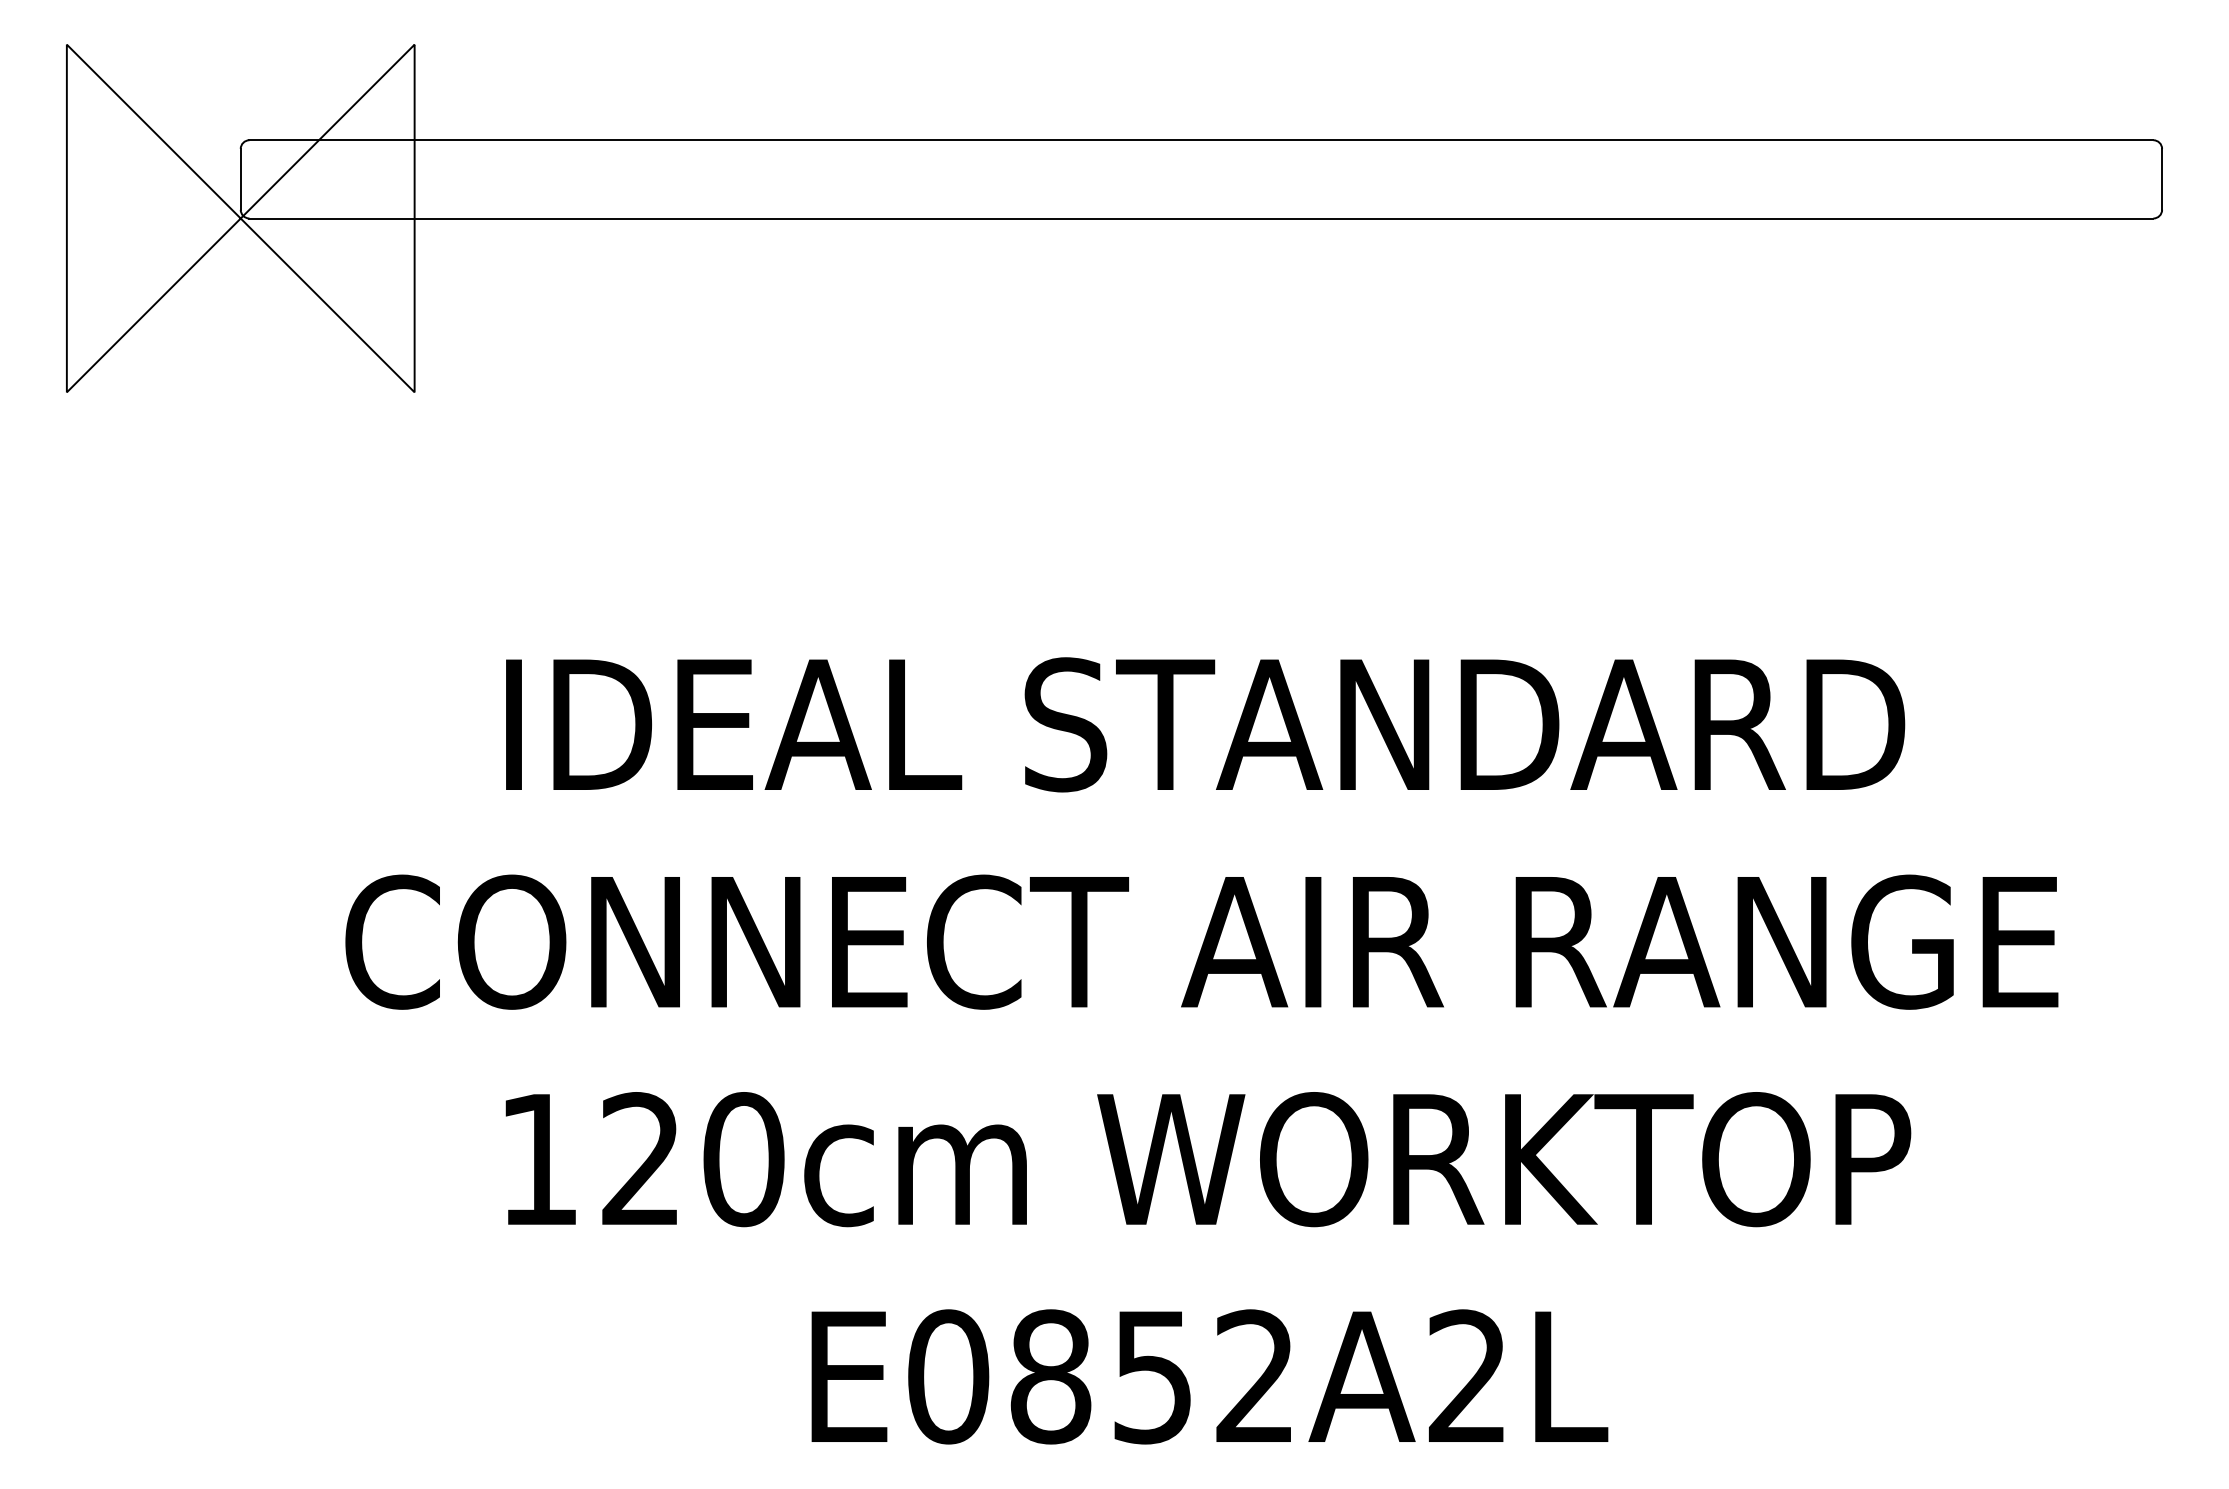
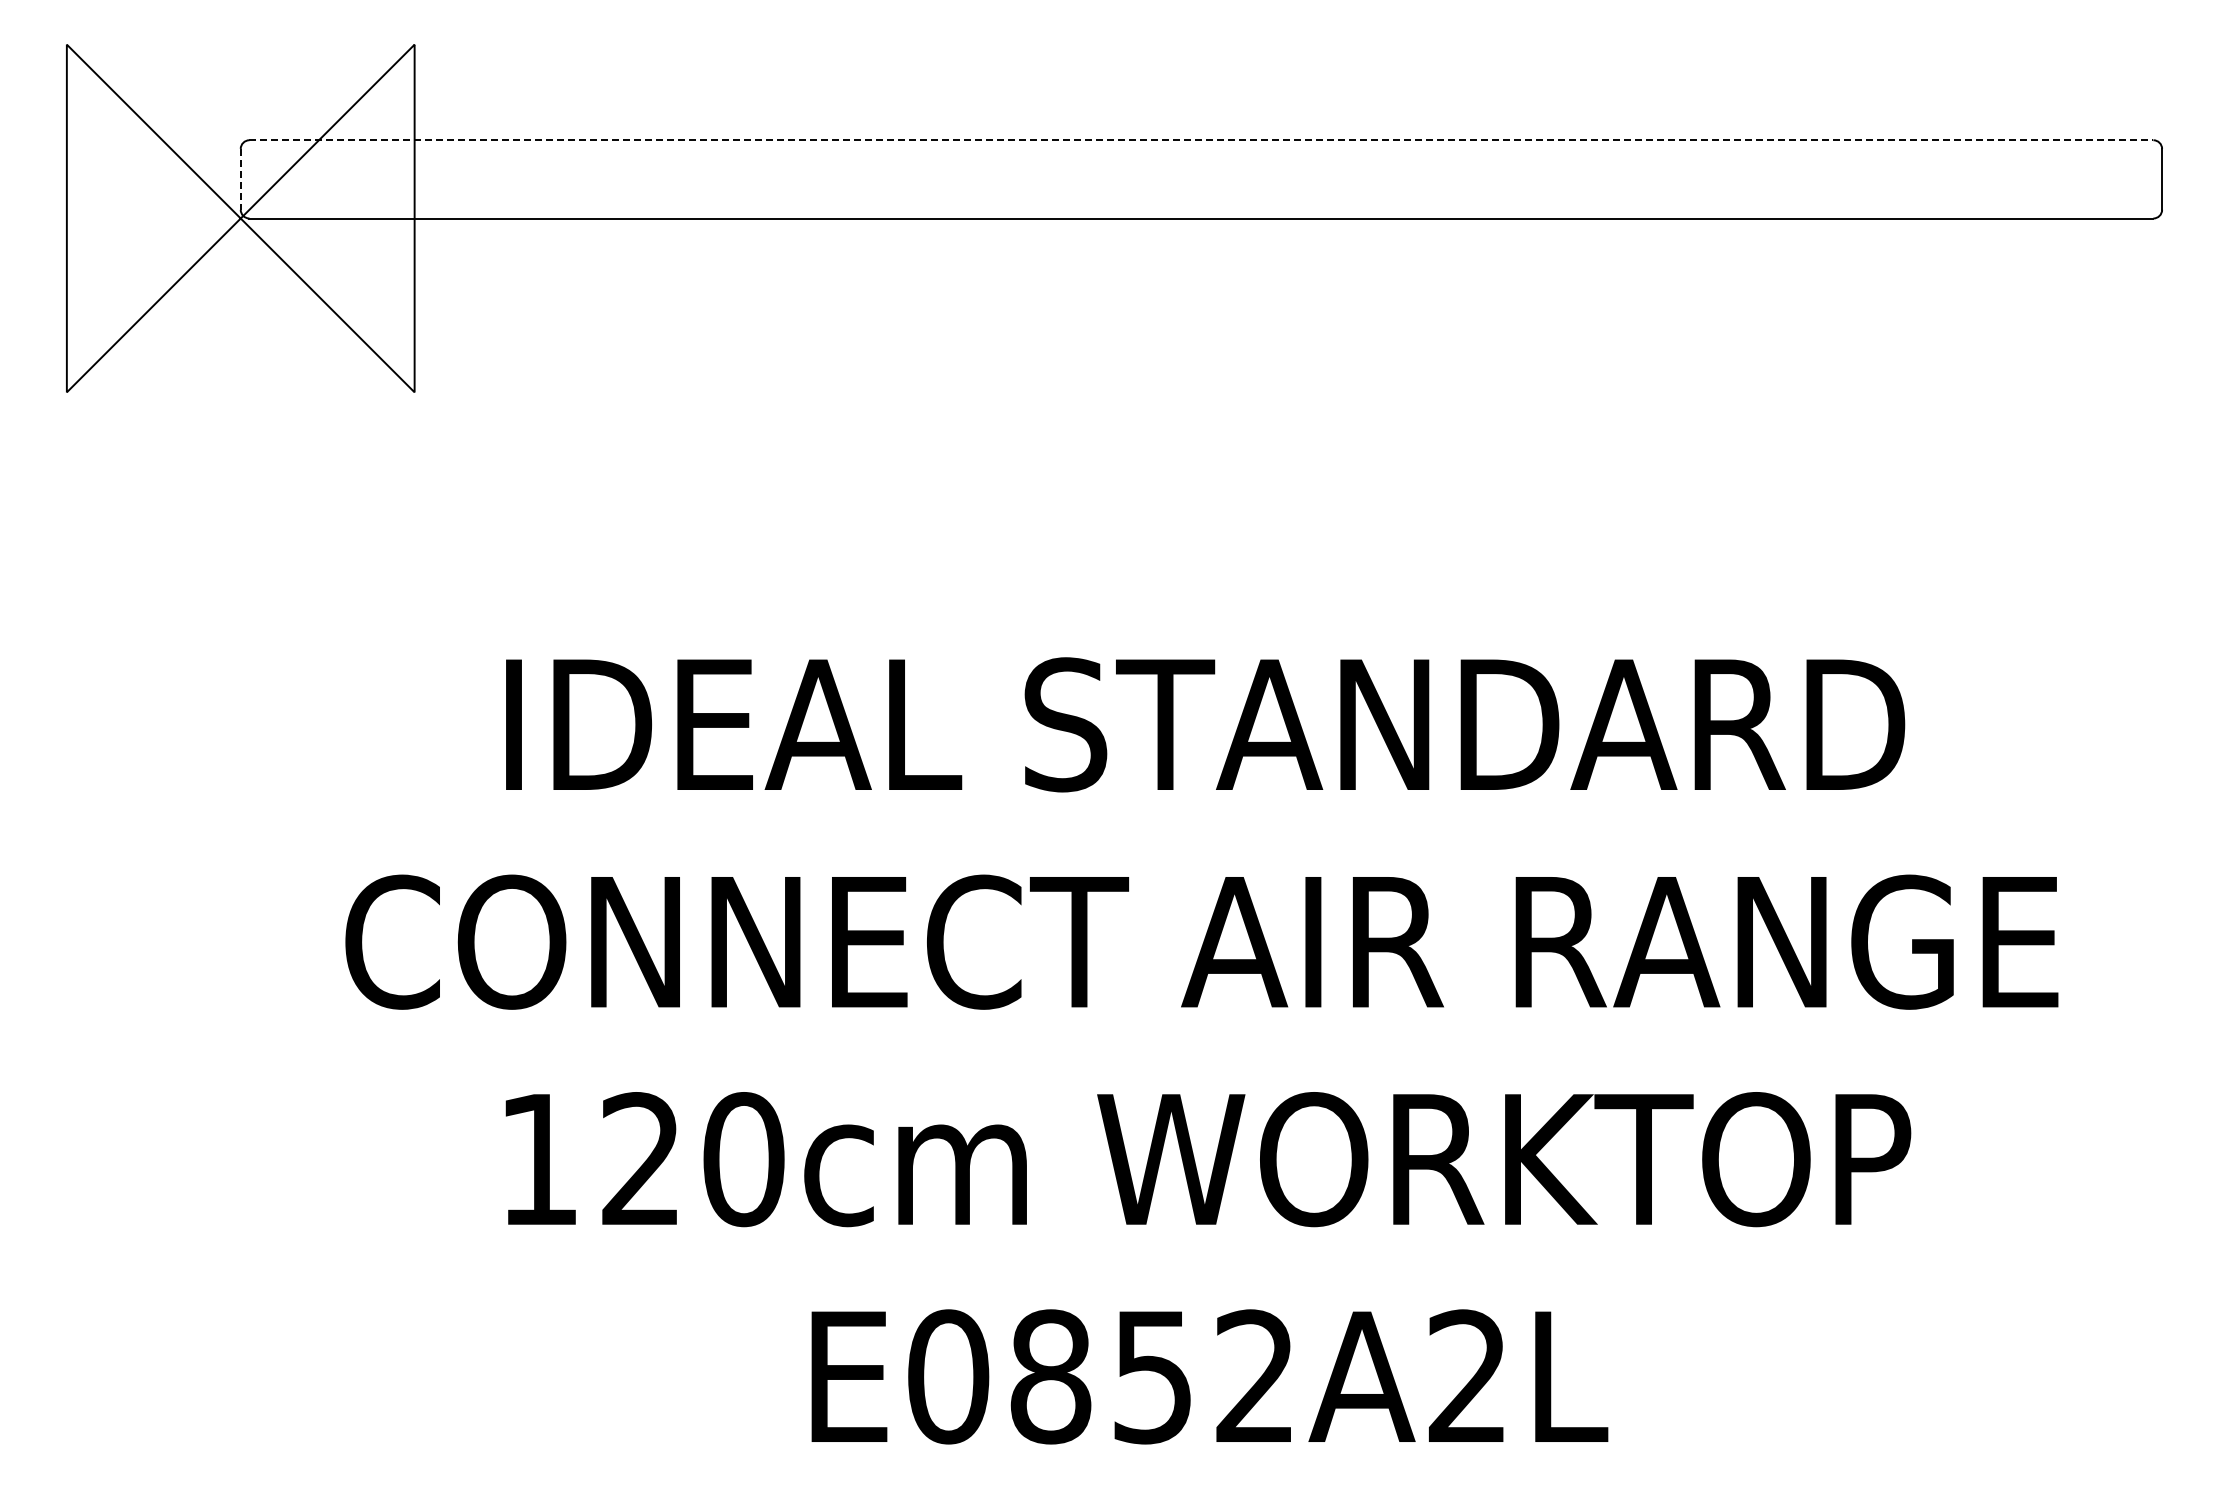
line at (1201, 140): solid -> dashed
line at (240, 179): solid -> dashed
